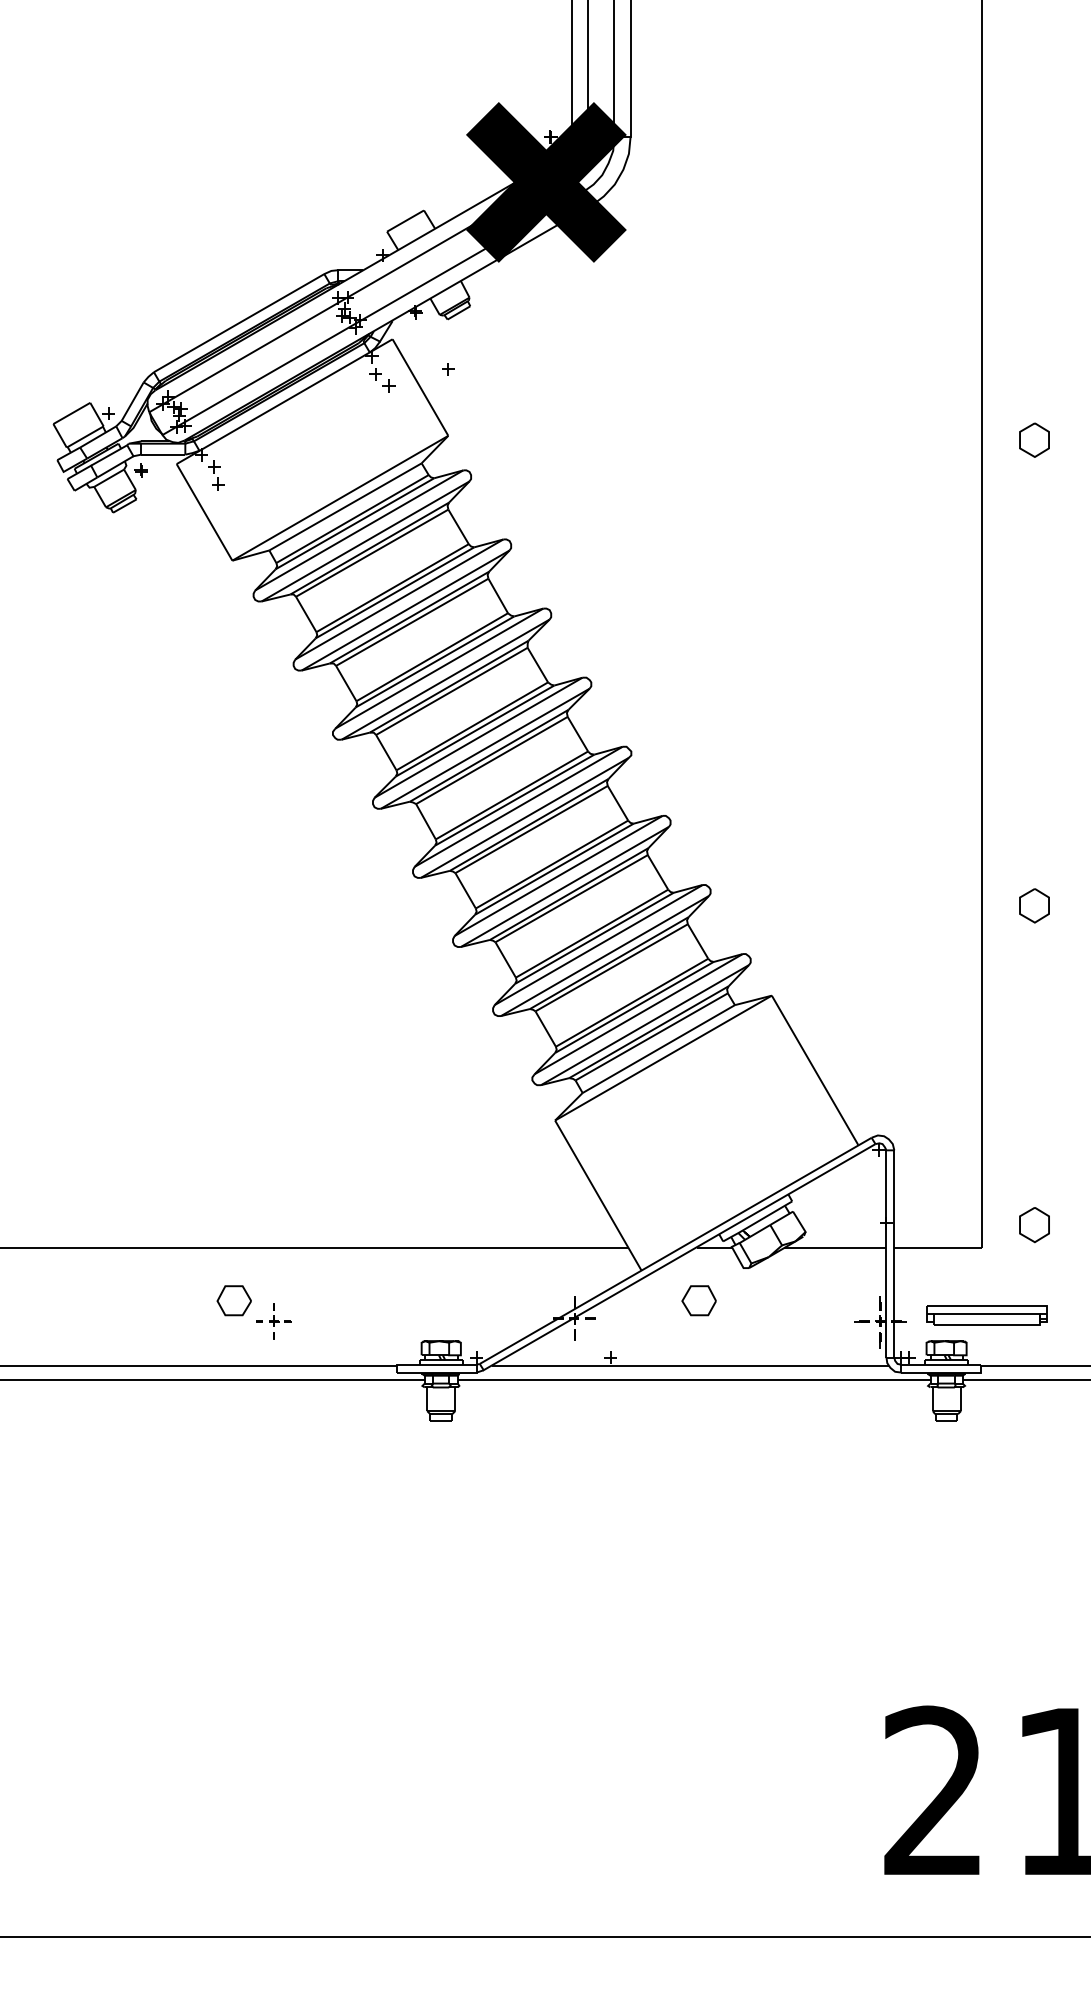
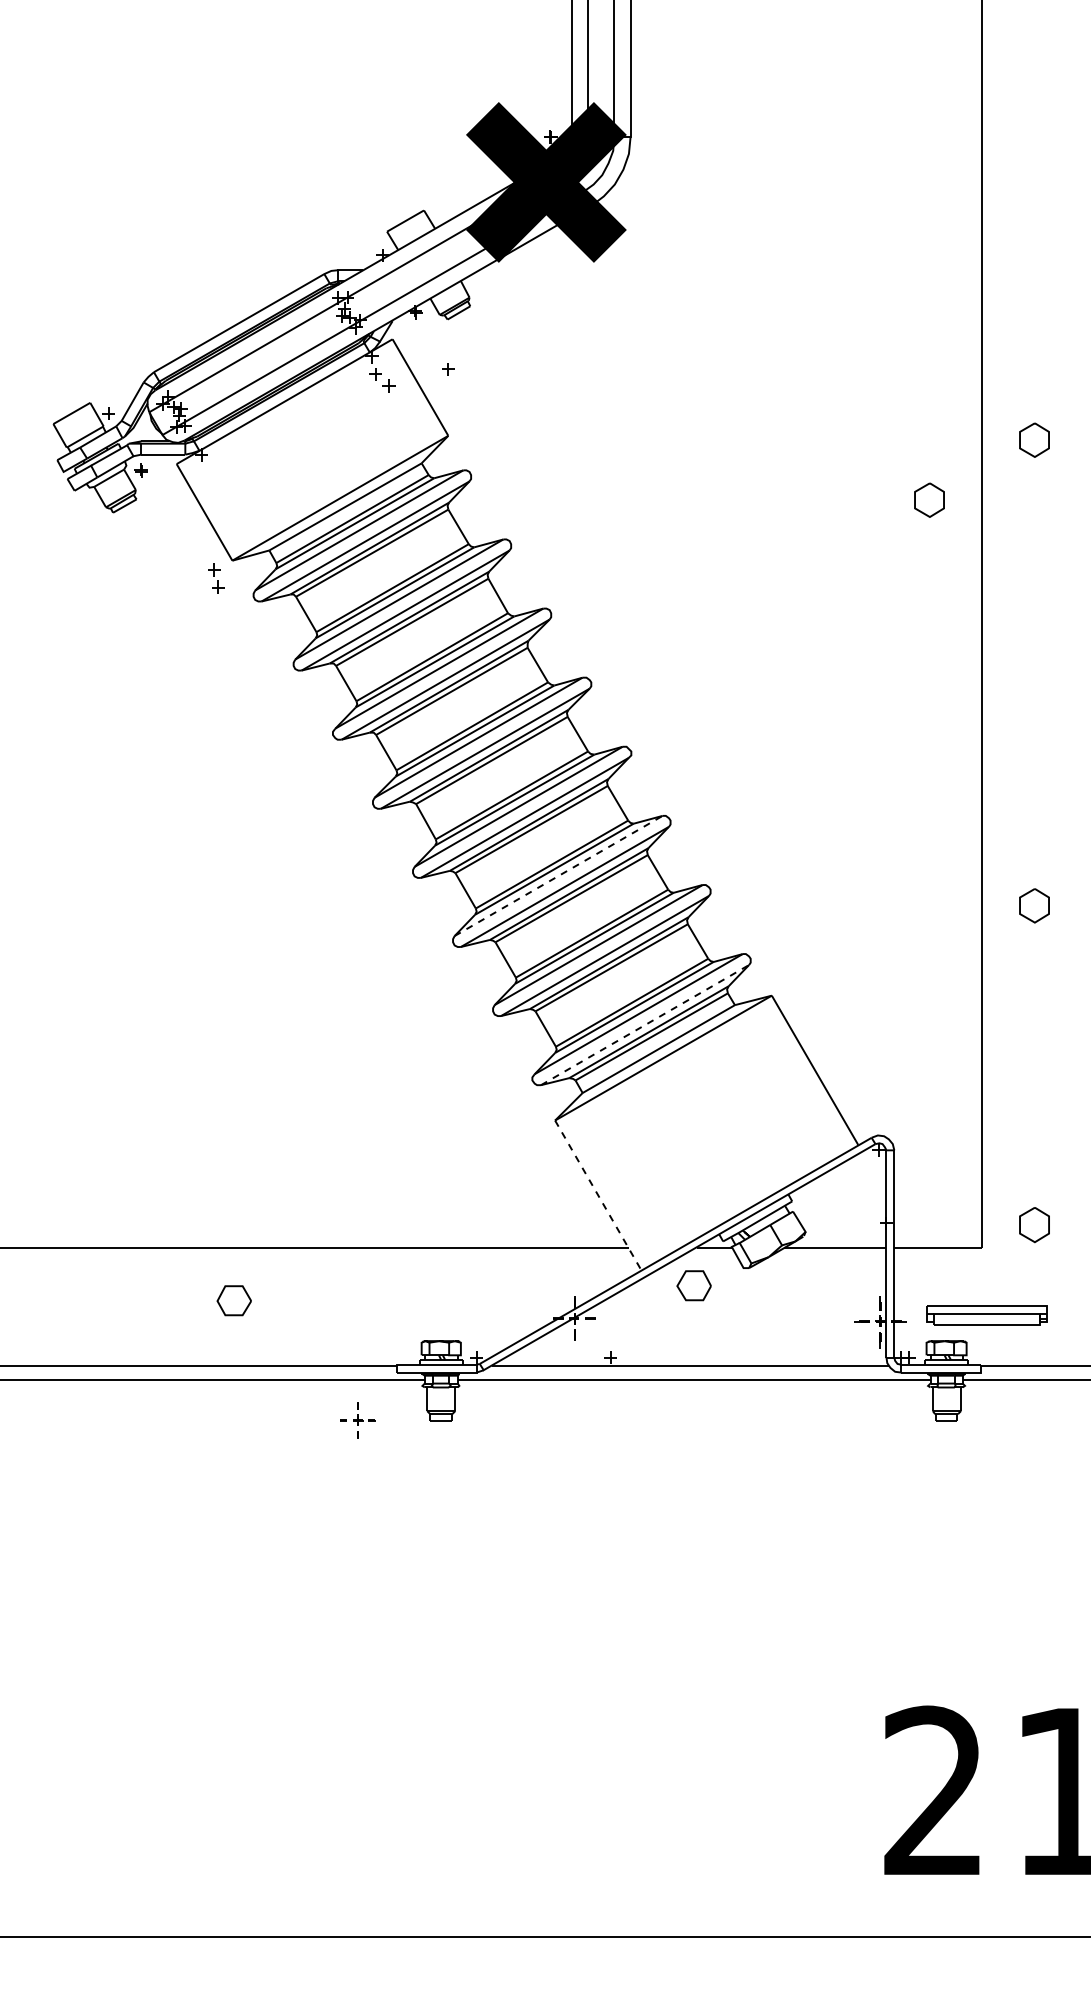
part at (216, 475) position: (216, 475) -> (216, 578)
part at (929, 499): none -> present
line at (559, 875): solid -> dashed
line at (645, 1024): solid -> dashed
line at (598, 1195): solid -> dashed
part at (698, 1300) position: (698, 1300) -> (693, 1285)
part at (273, 1321) position: (273, 1321) -> (357, 1420)
